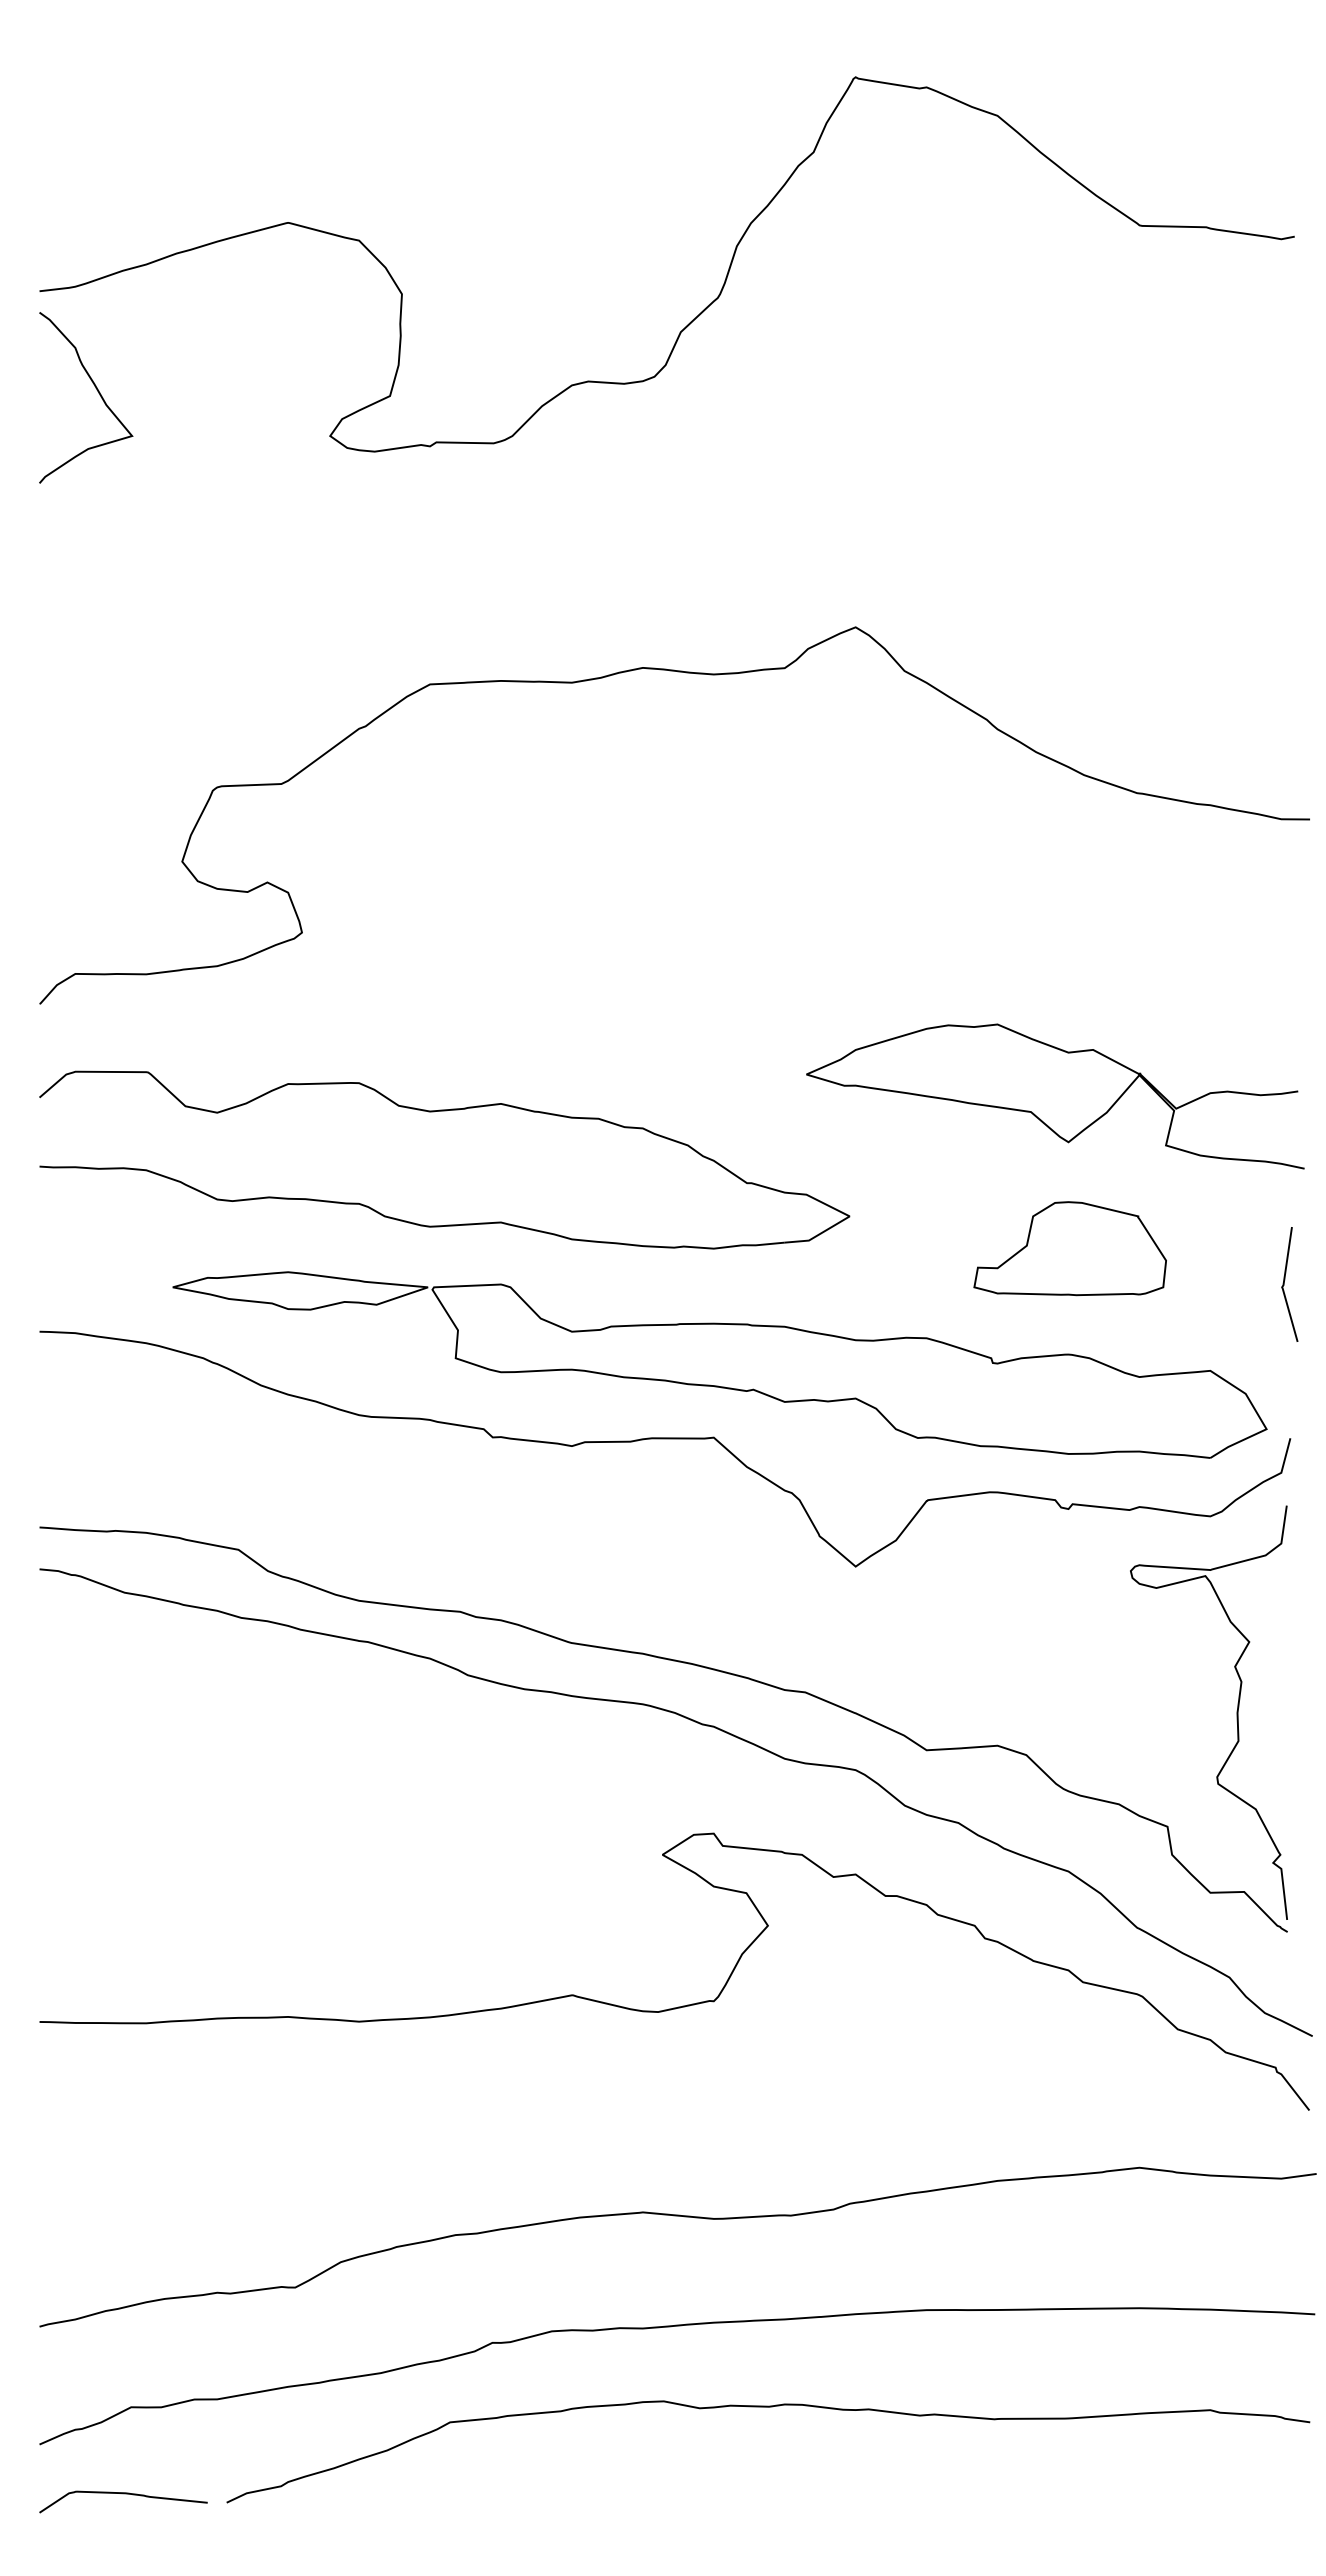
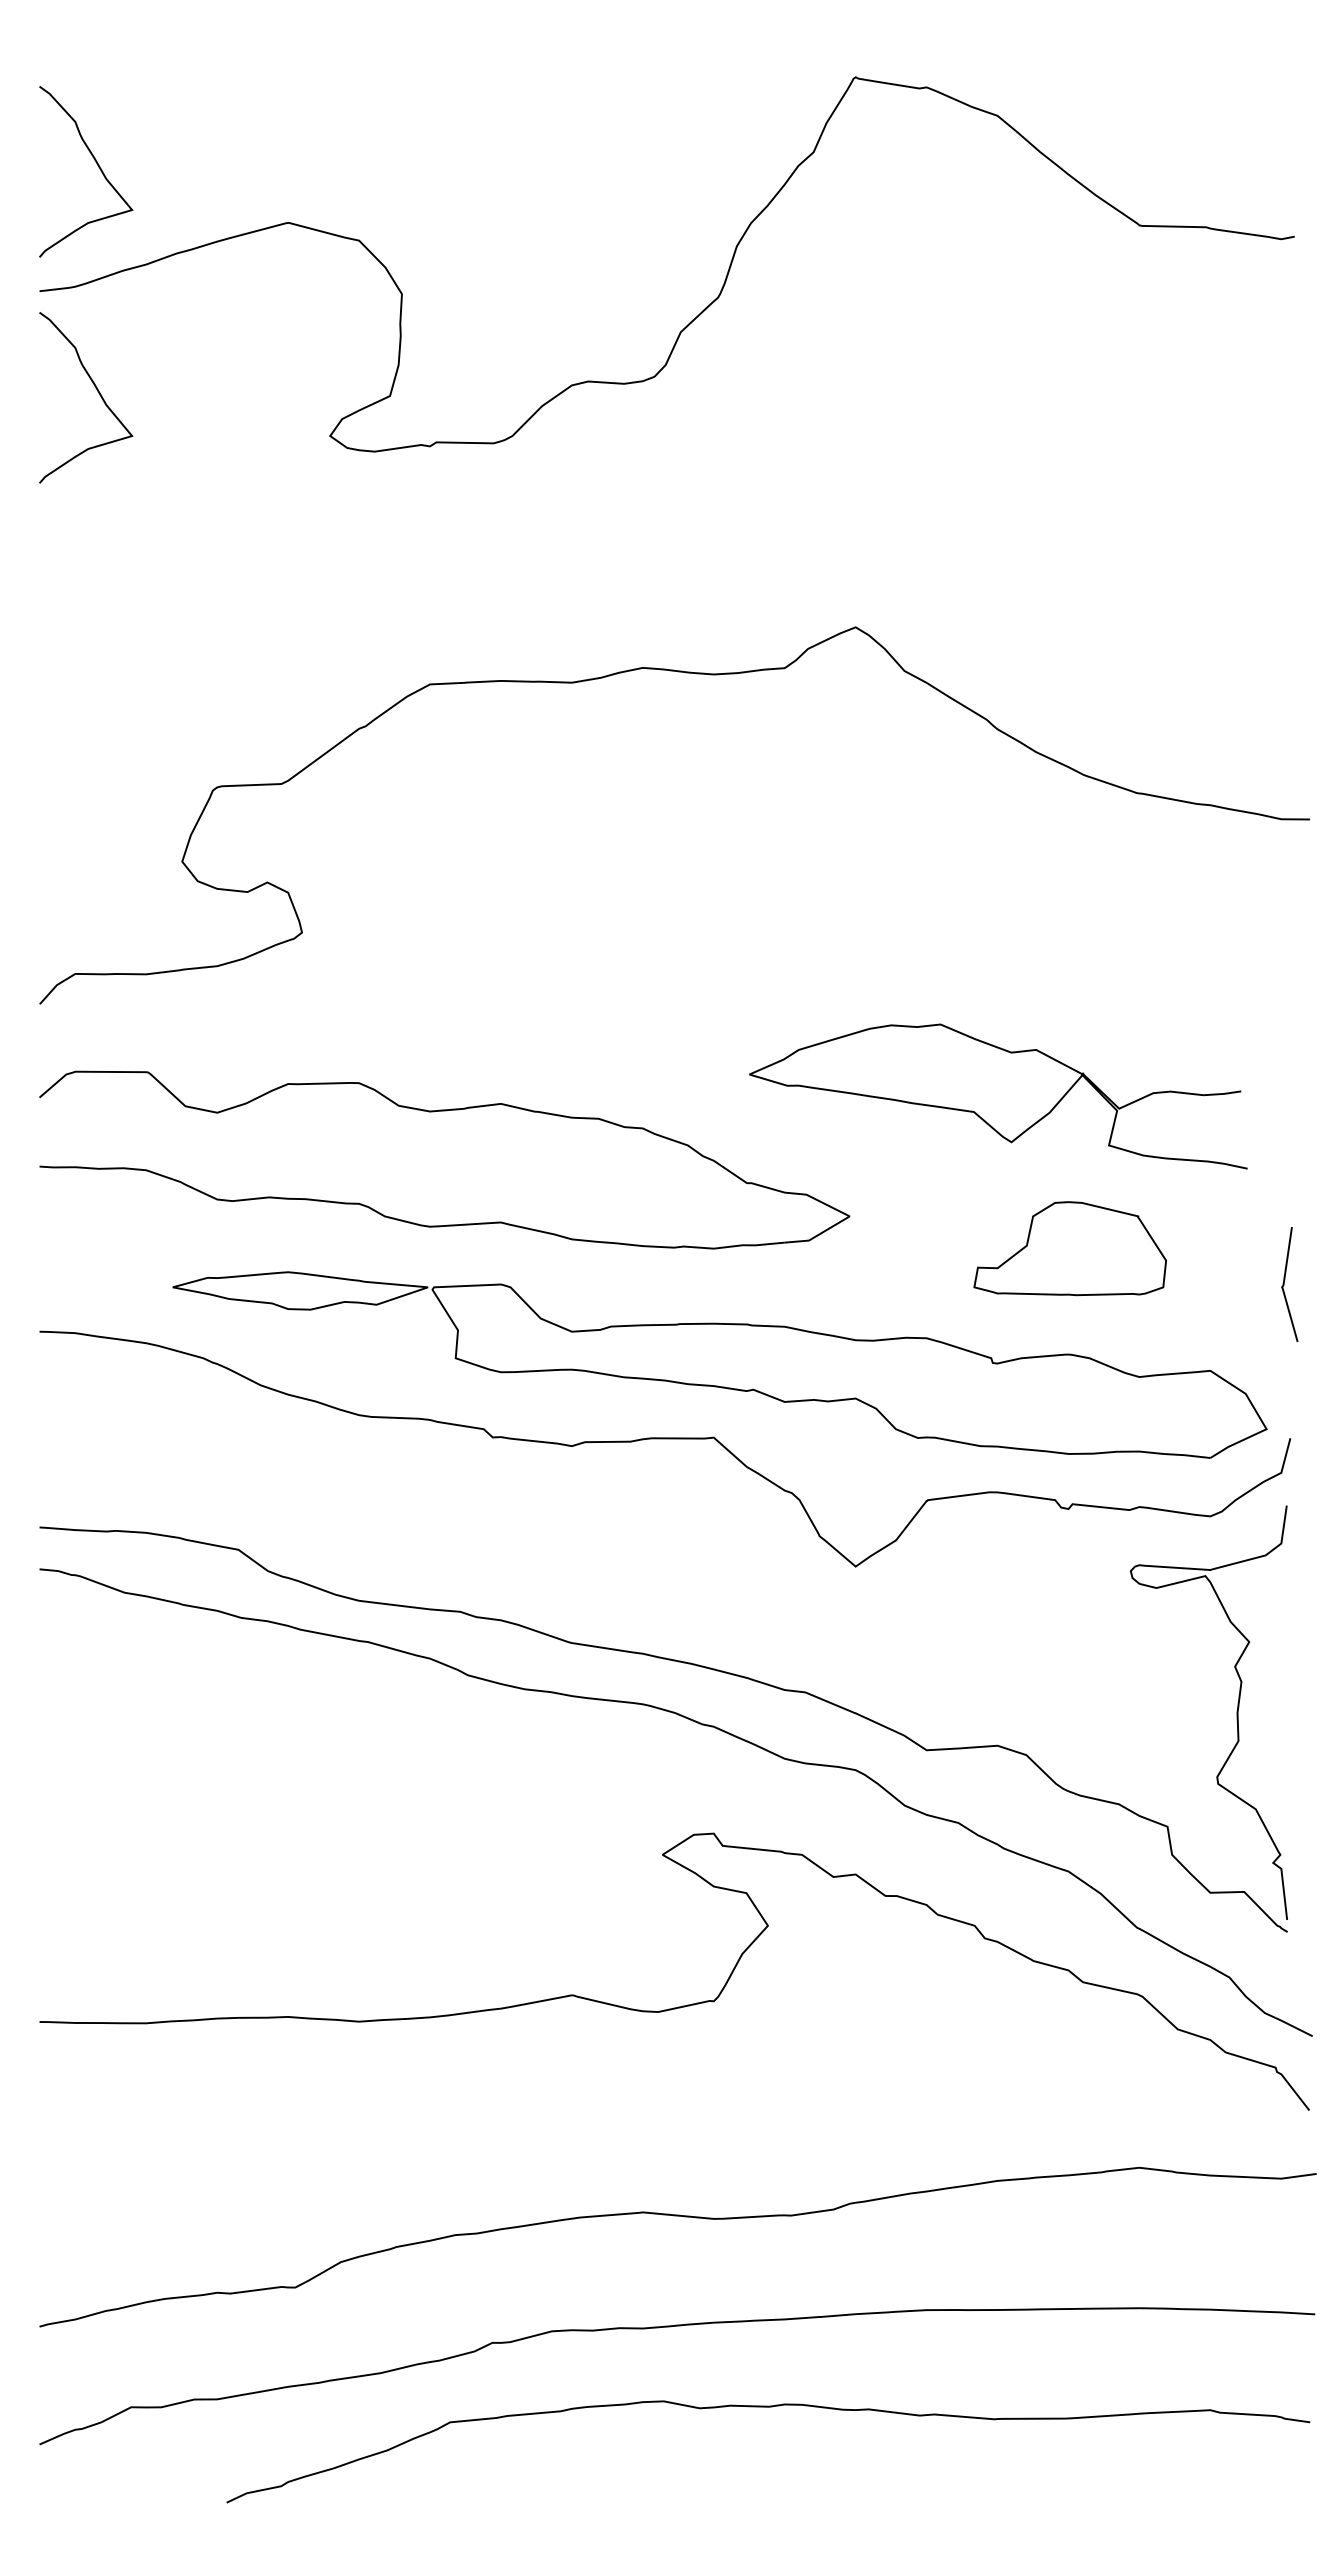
curve at (97, 165): none -> present
curve at (1040, 1118) position: (1040, 1118) -> (983, 1118)
curve at (123, 2494): present -> none
